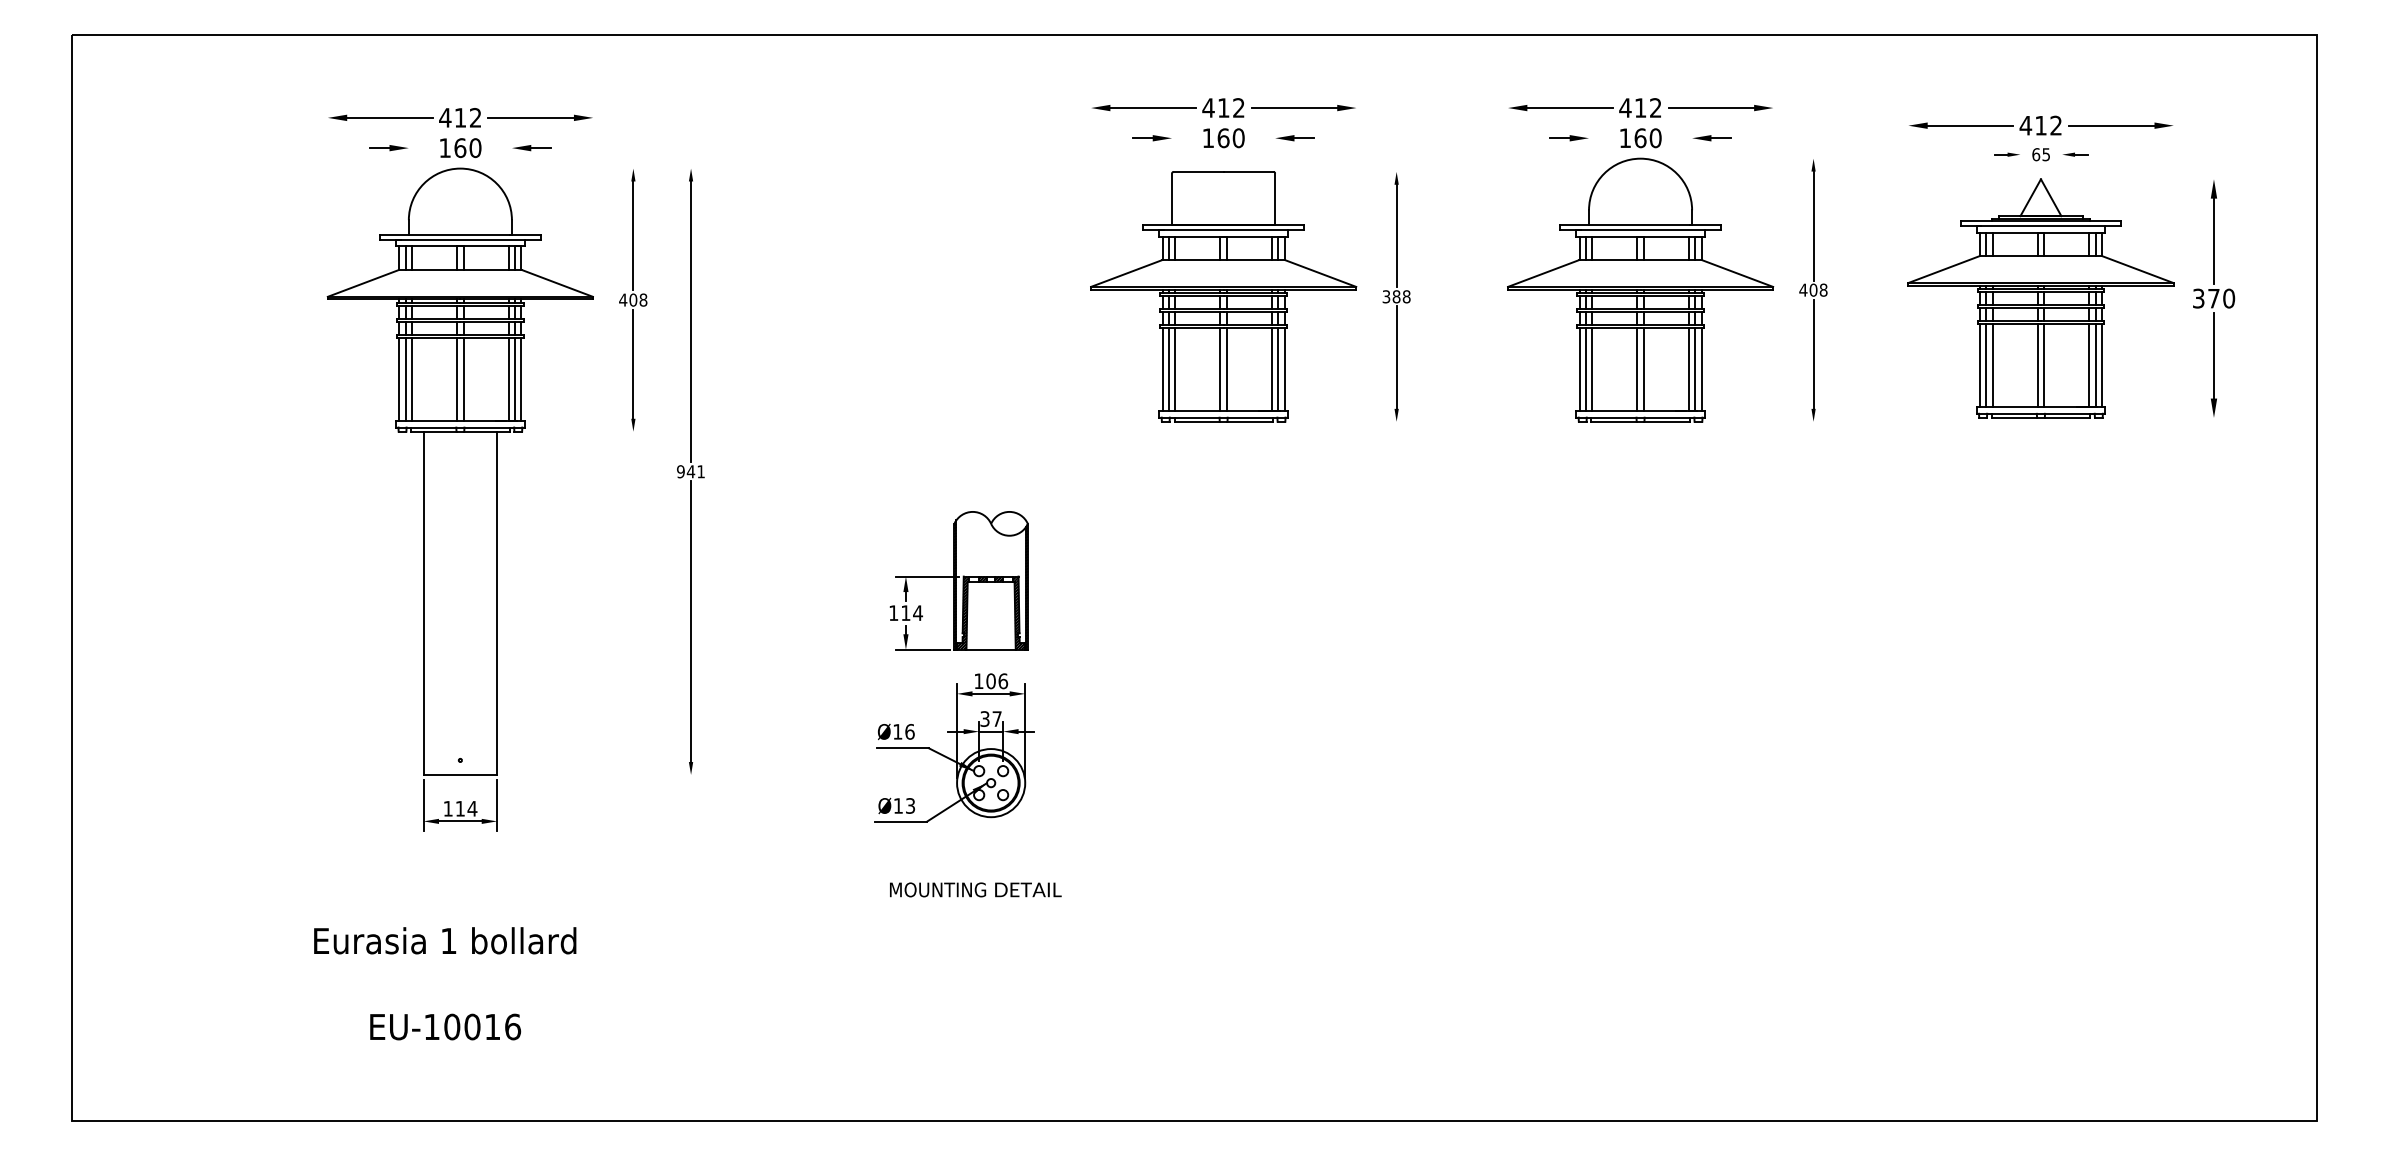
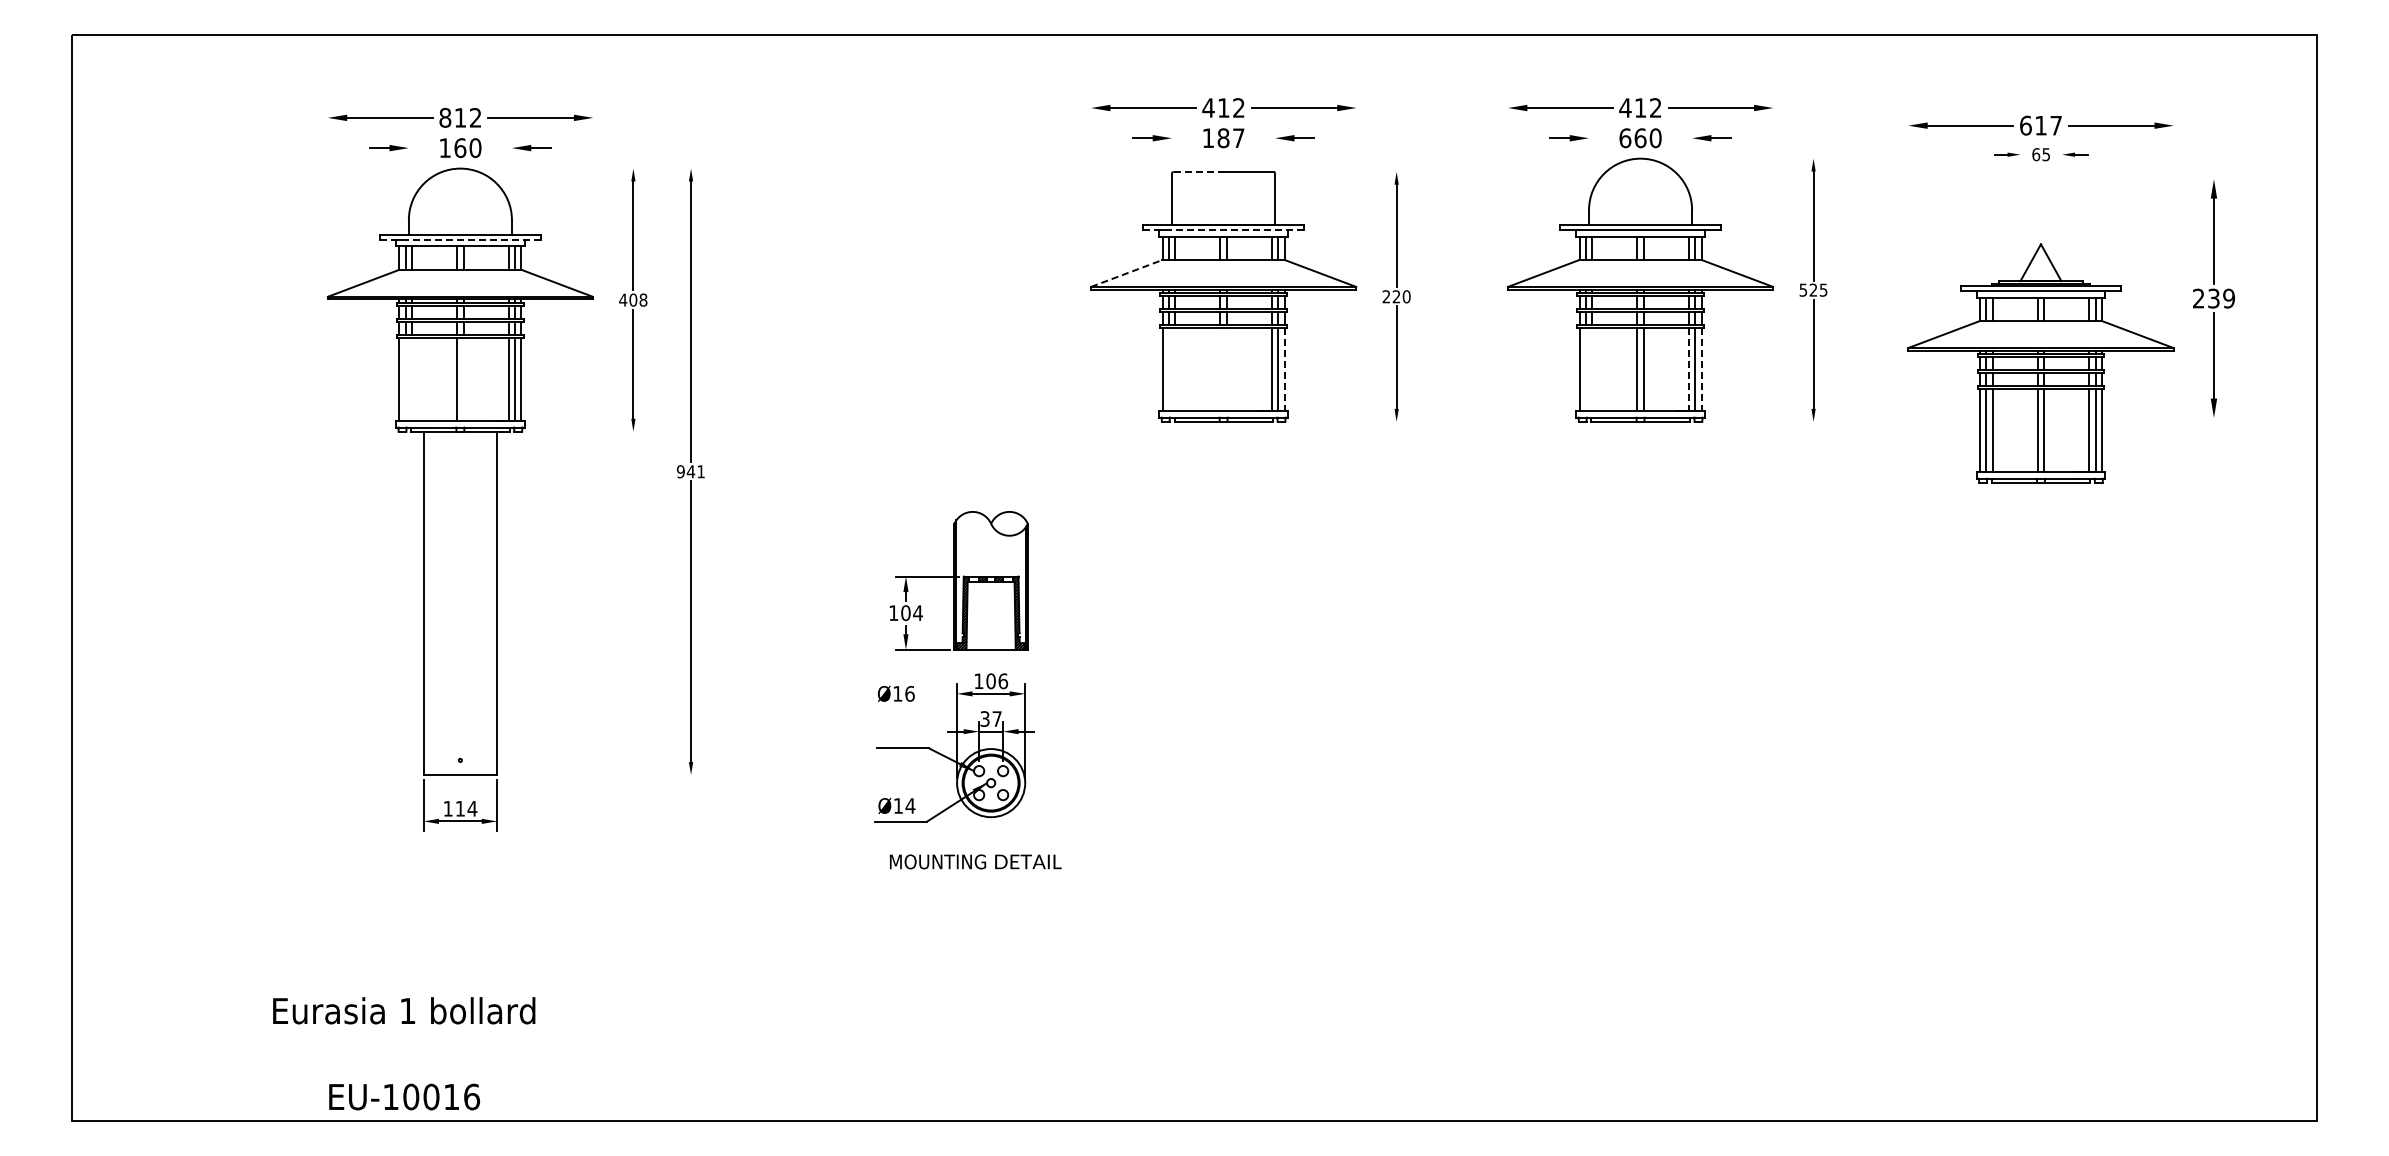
text at (445, 117): 412 -> 812
text at (2040, 125): 412 -> 617
text at (1230, 138): 160 -> 187
text at (1625, 138): 160 -> 660
line at (1198, 171): solid -> dashed
line at (1223, 230): solid -> dashed
line at (459, 240): solid -> dashed
line at (1127, 273): solid -> dashed
text at (1813, 289): 408 -> 525
text at (1396, 296): 388 -> 220
part at (2040, 298) position: (2040, 298) -> (2040, 363)
text at (2214, 298): 370 -> 239
line at (1168, 369): present -> none
line at (1175, 369): present -> none
line at (1220, 369): present -> none
line at (1226, 369): present -> none
line at (1585, 369): present -> none
line at (1592, 369): present -> none
line at (1284, 370): solid -> dashed
line at (1688, 370): solid -> dashed
line at (1701, 370): solid -> dashed
line at (405, 379): present -> none
line at (412, 379): present -> none
line at (463, 379): present -> none
text at (905, 613): 114 -> 104
text at (896, 731) position: (896, 731) -> (896, 693)
text at (910, 805): Ø13 -> Ø14
text at (975, 889) position: (975, 889) -> (975, 861)
text at (445, 983) position: (445, 983) -> (404, 1053)
